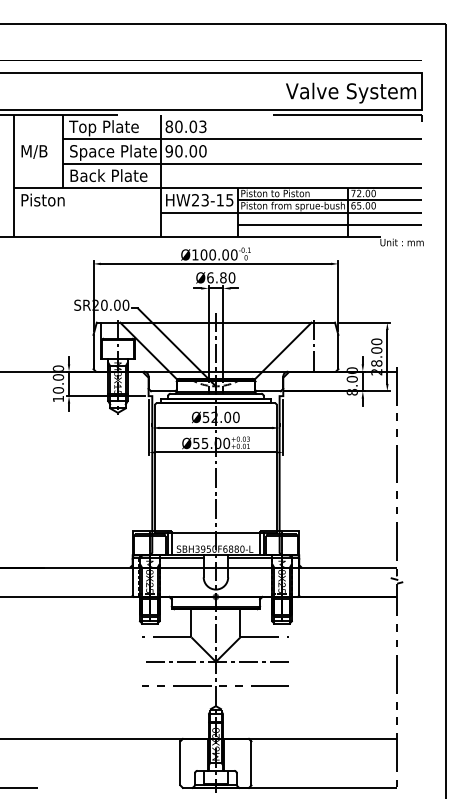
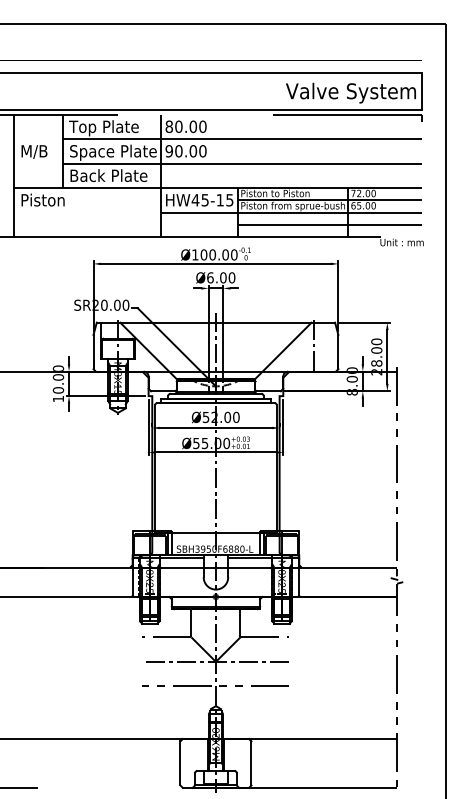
text at (202, 126): 80.03 -> 80.00
text at (199, 200): HW23-15 -> HW45-15
text at (223, 277): Ø6.80 -> Ø6.00
